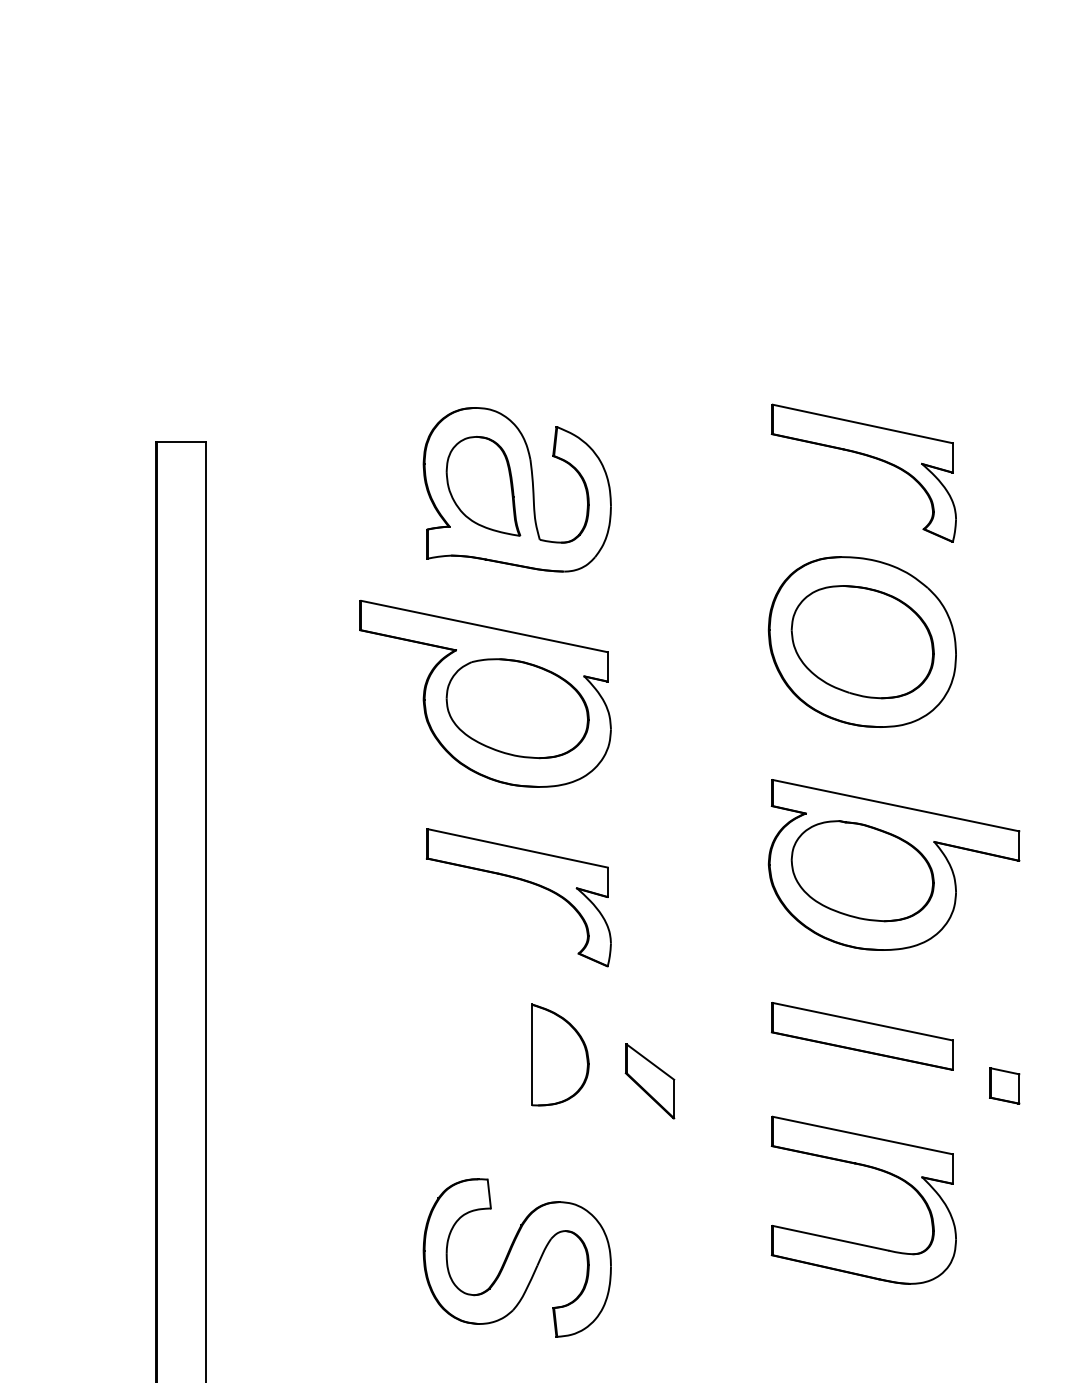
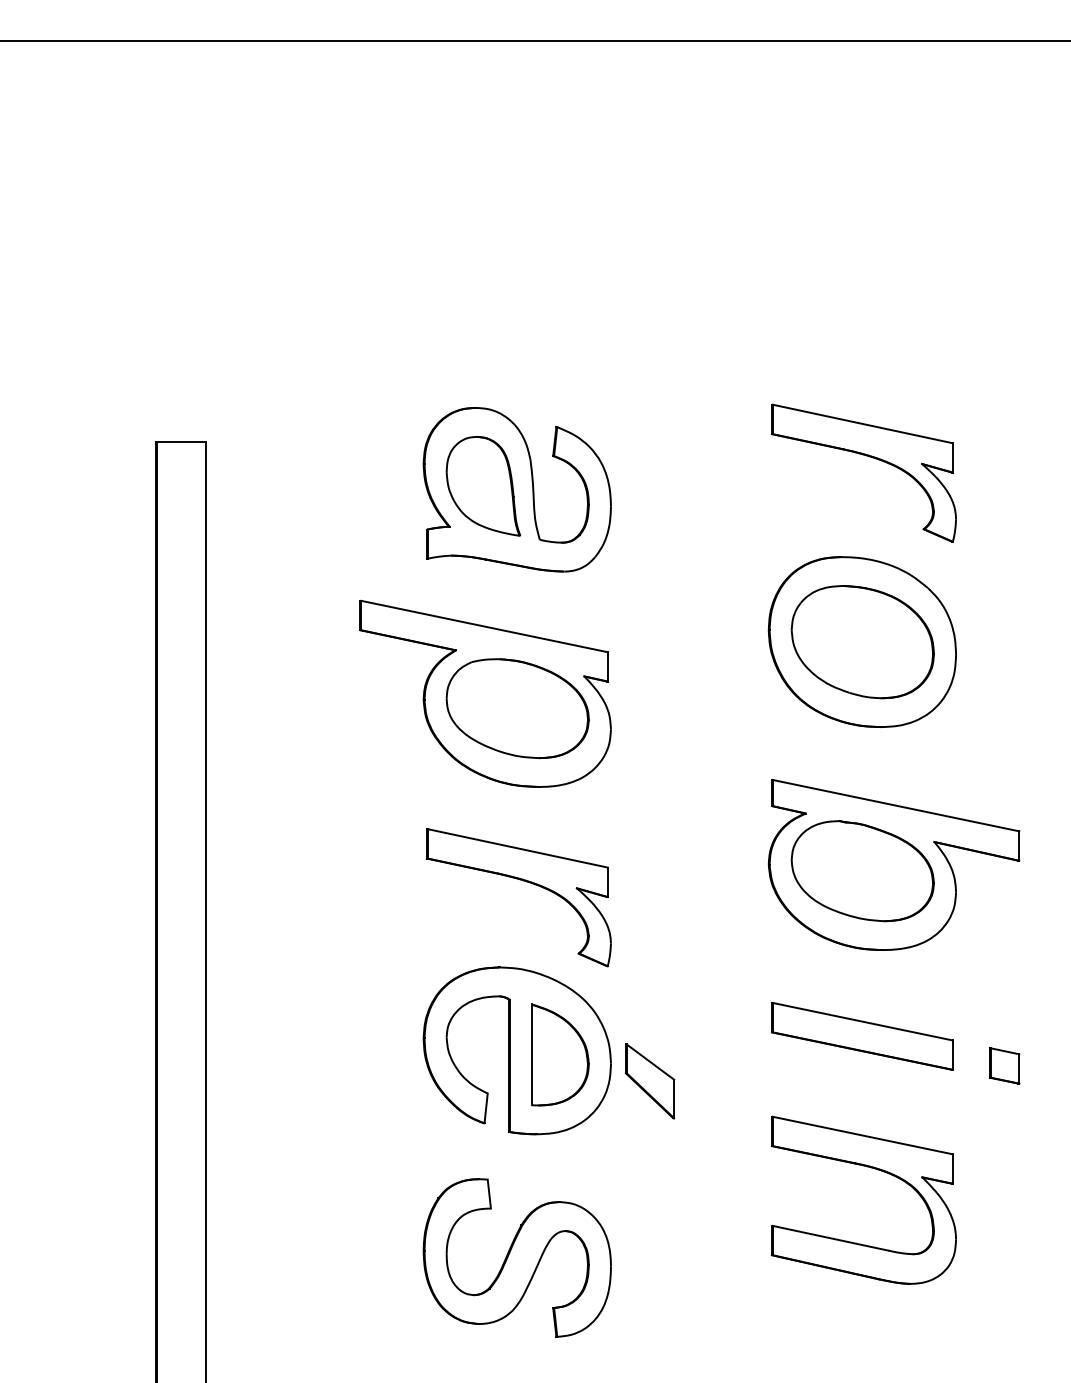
line at (534, 41): none -> present
part at (516, 1050): none -> present
part at (1004, 1085) position: (1004, 1085) -> (1004, 1065)
